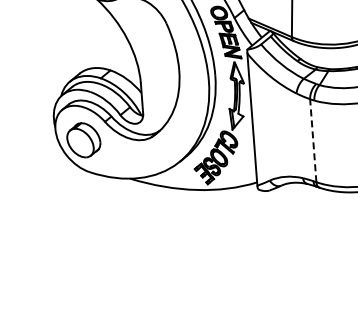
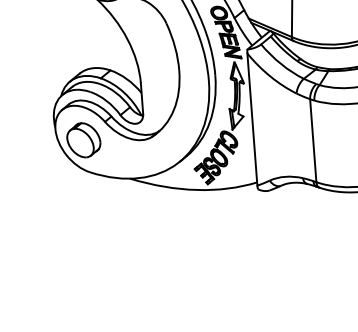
line at (313, 140): dashed -> solid
